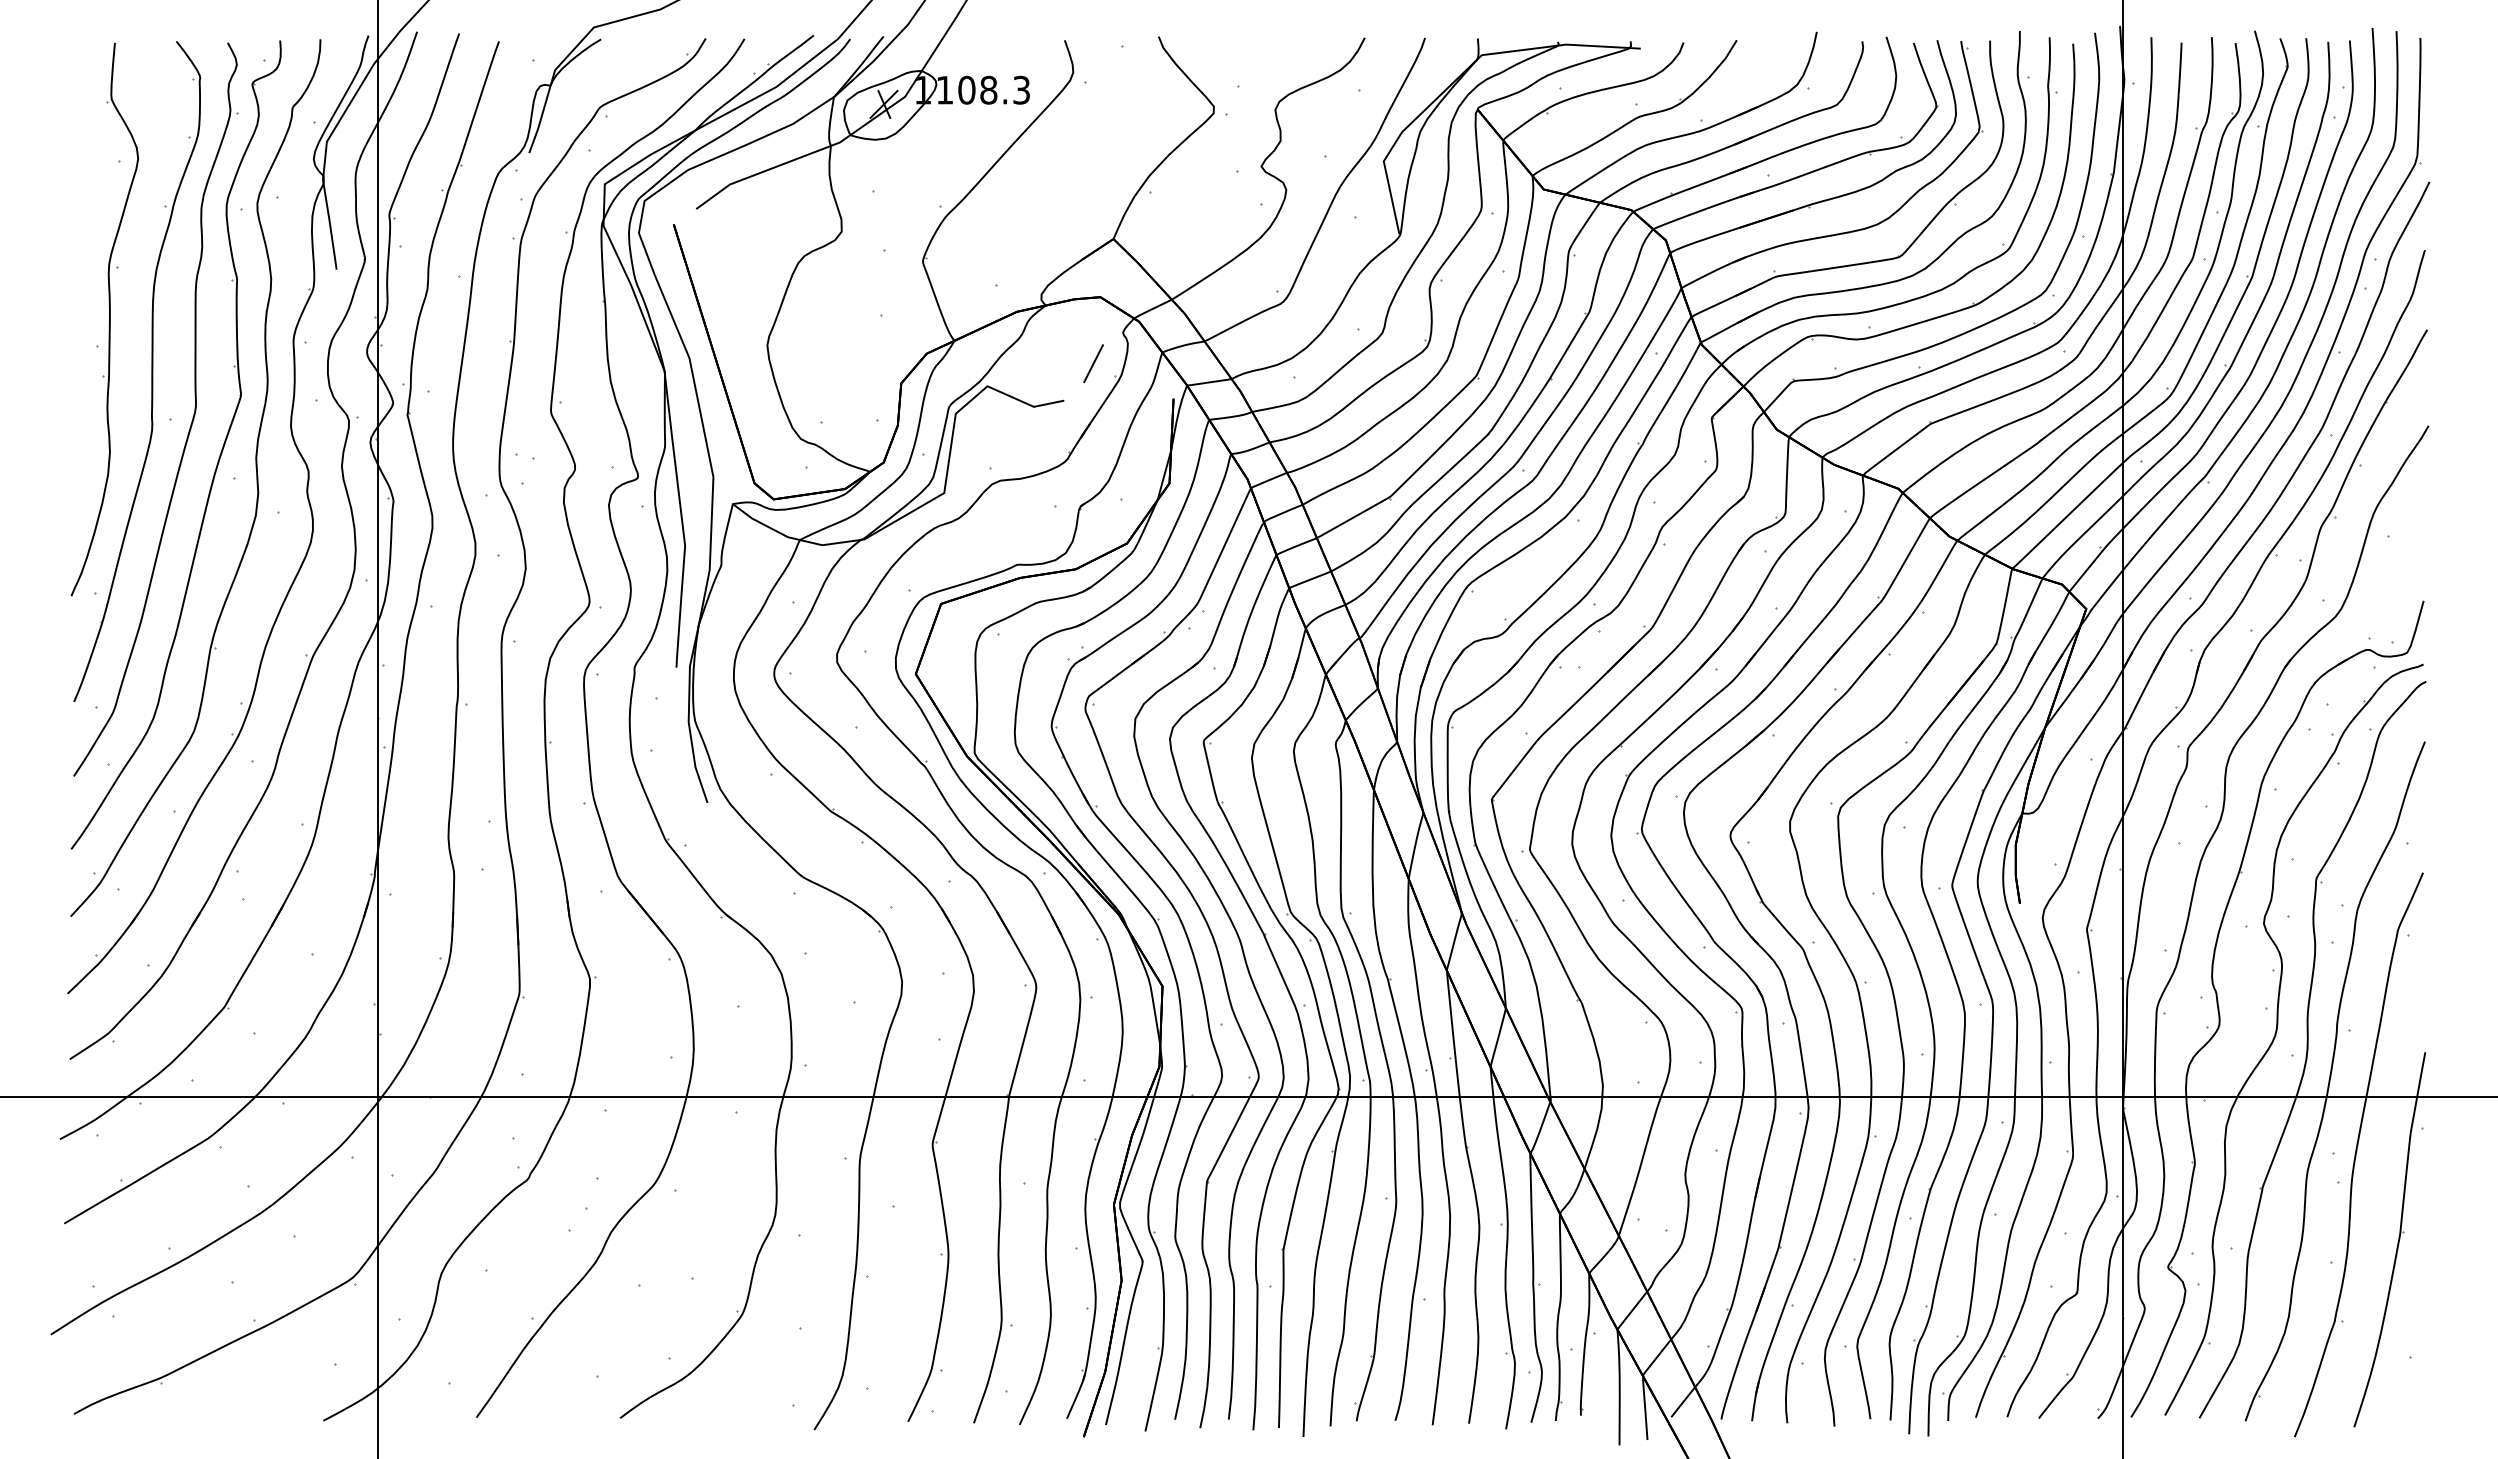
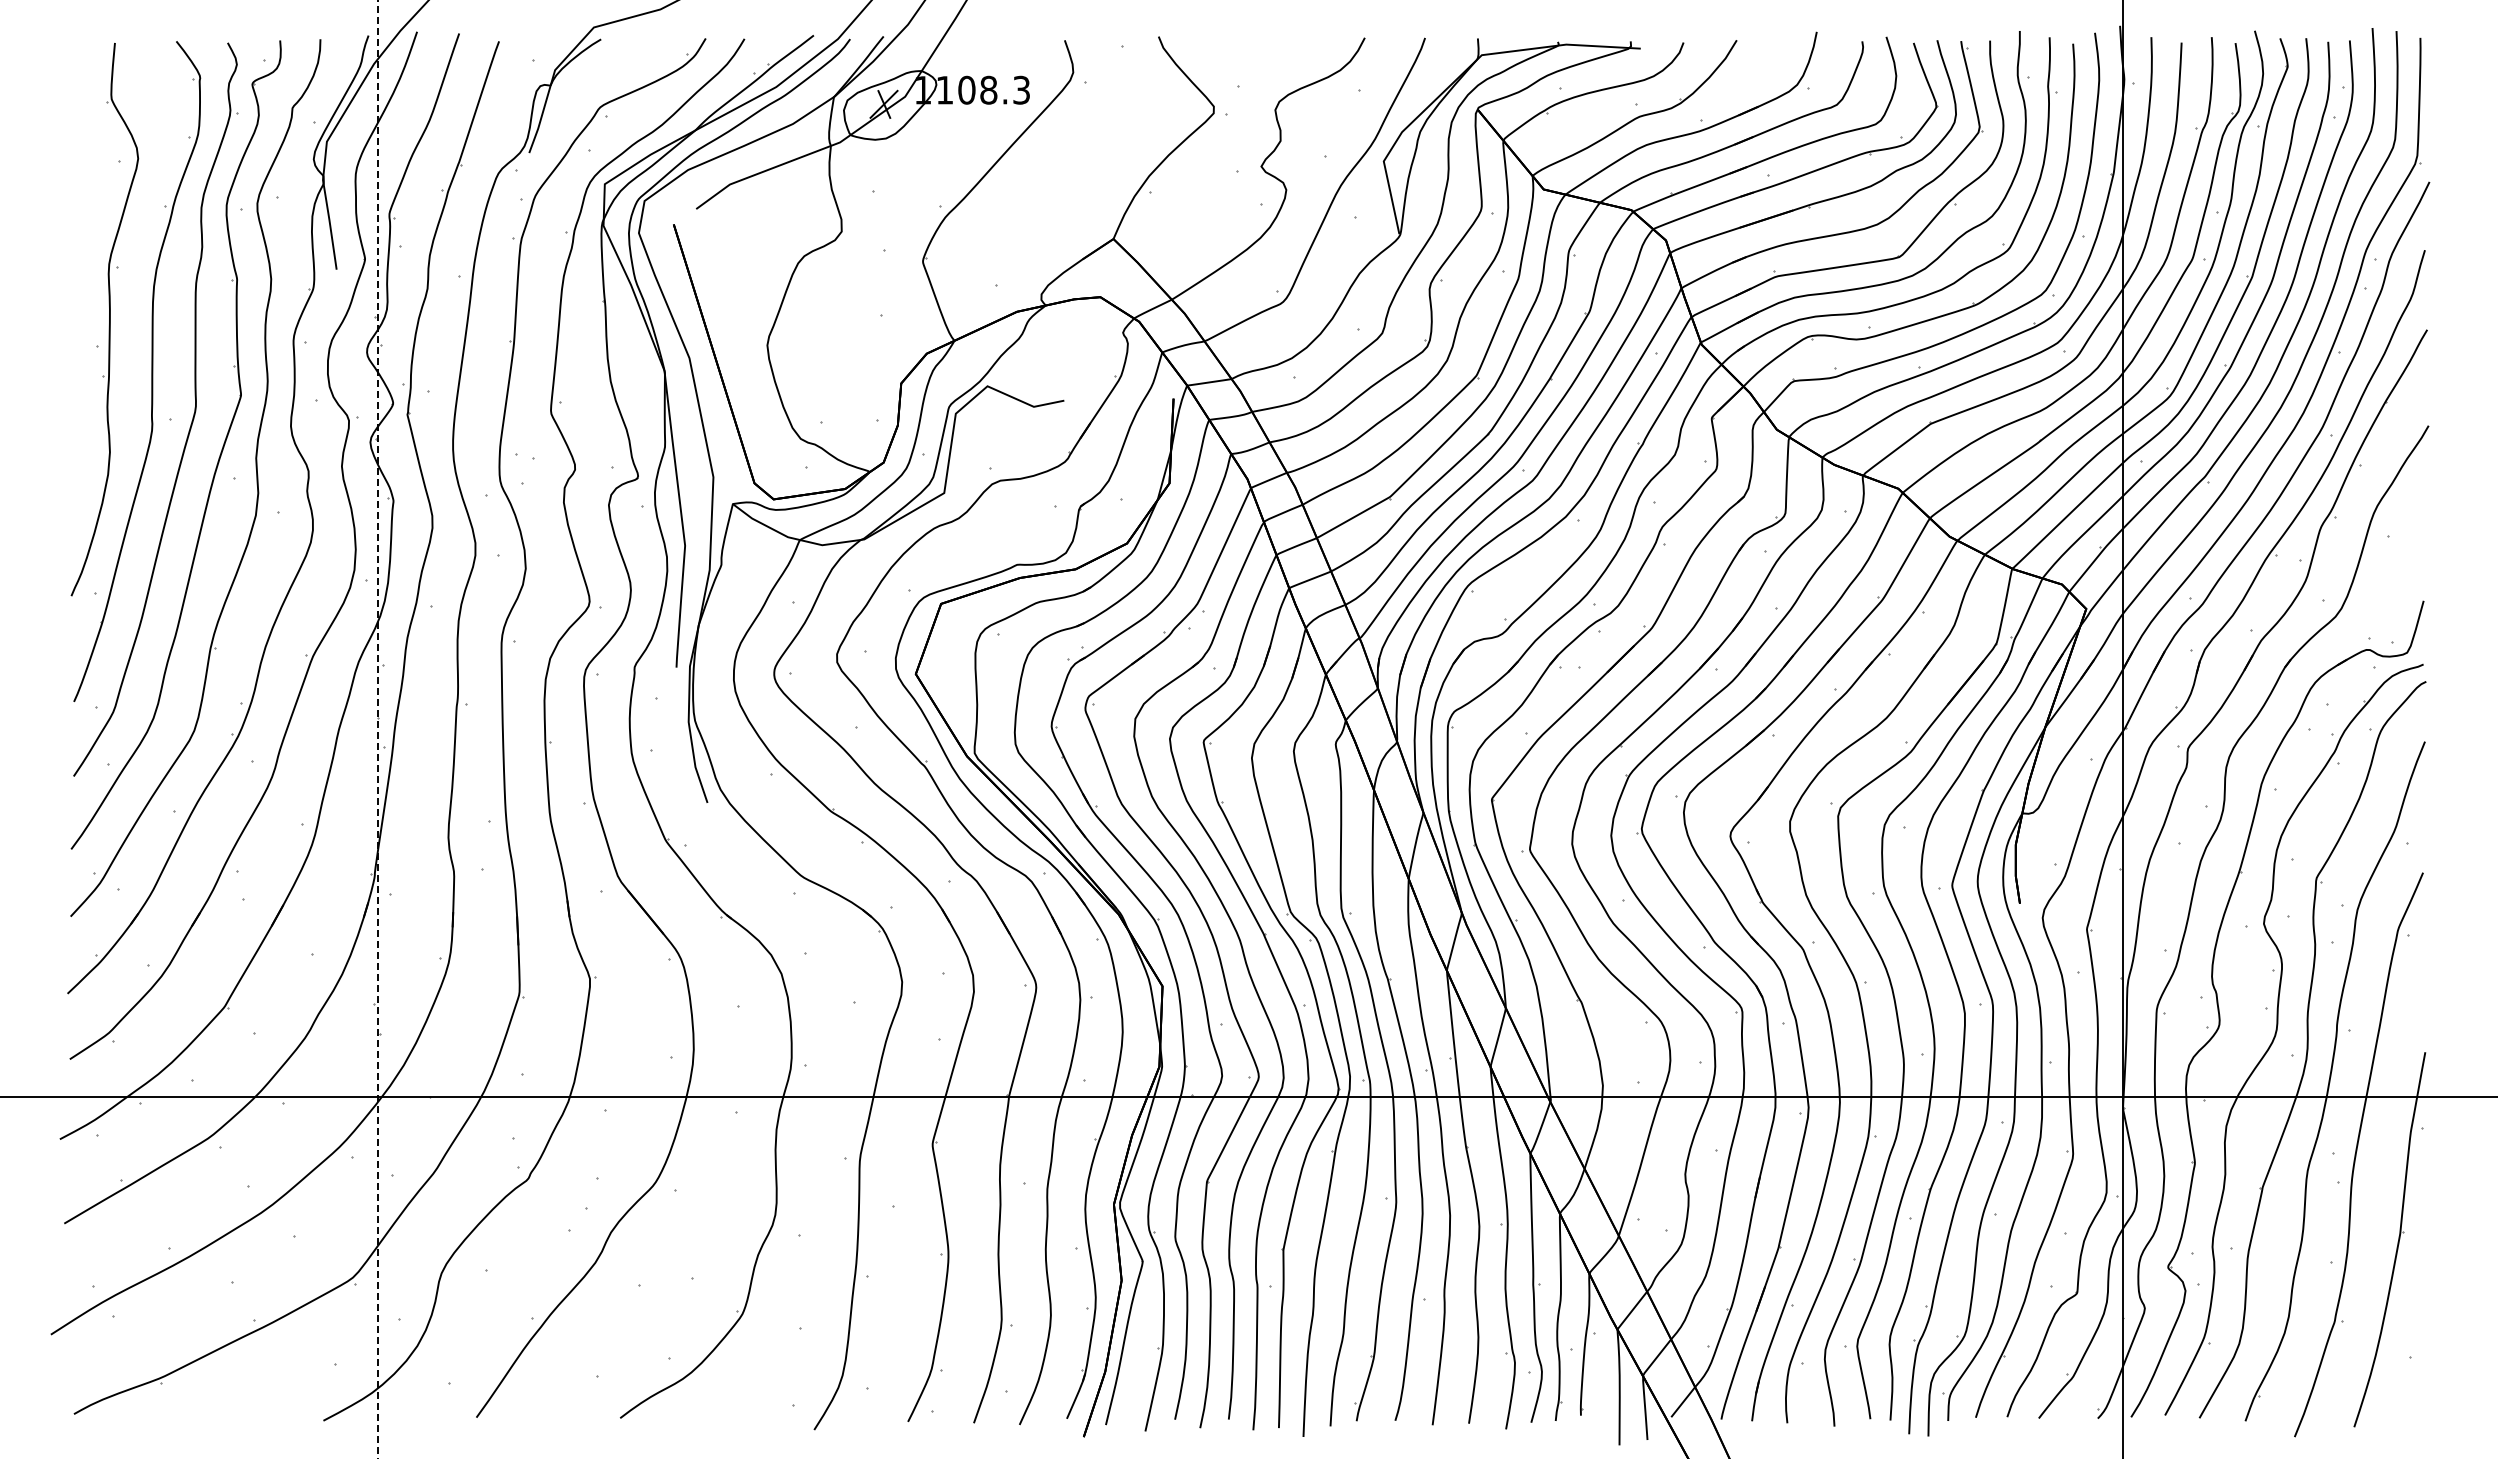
line at (1093, 363): present -> none
line at (377, 730): solid -> dashed
